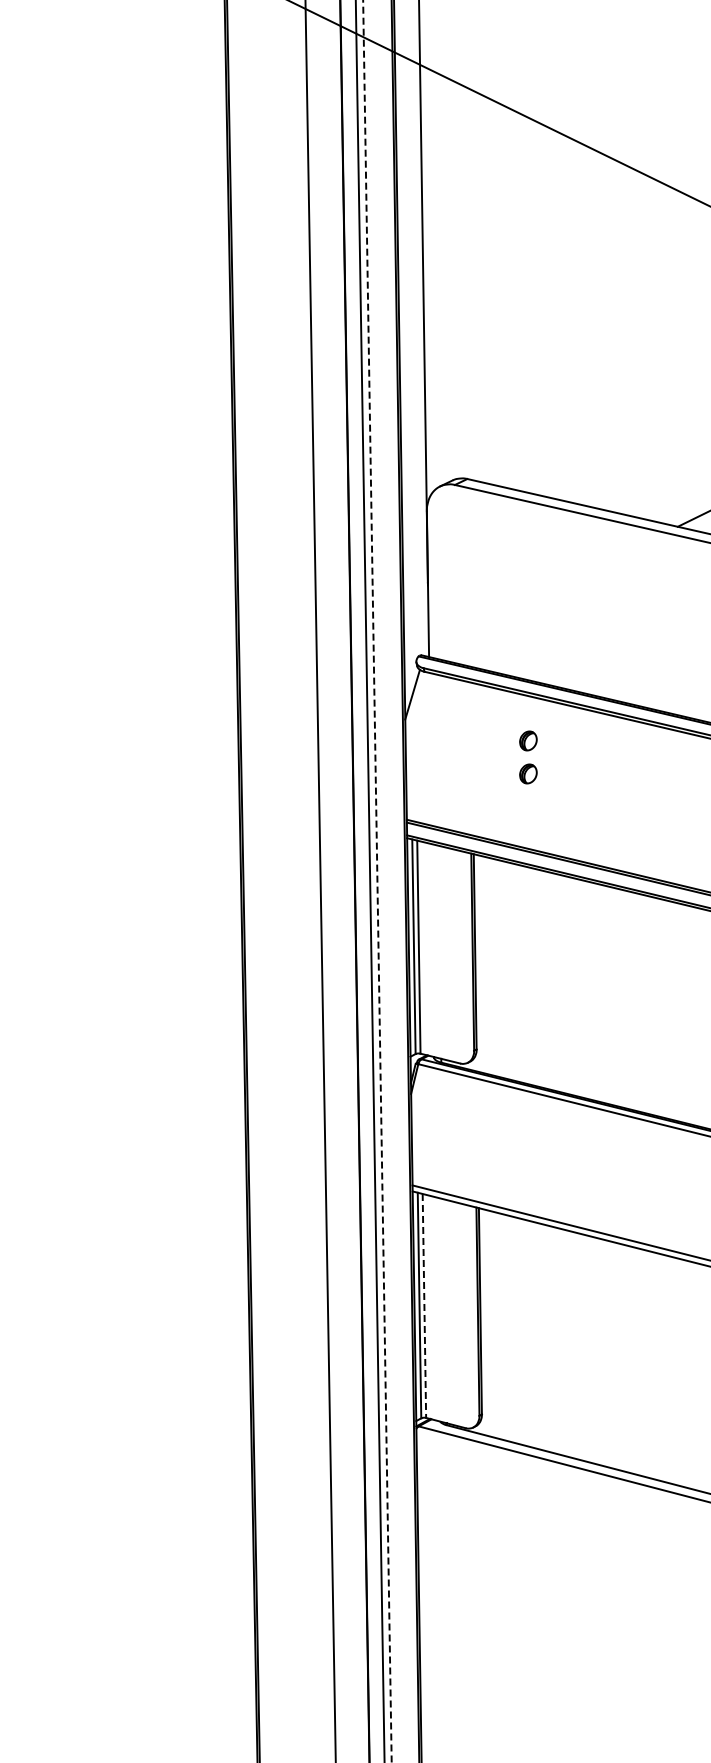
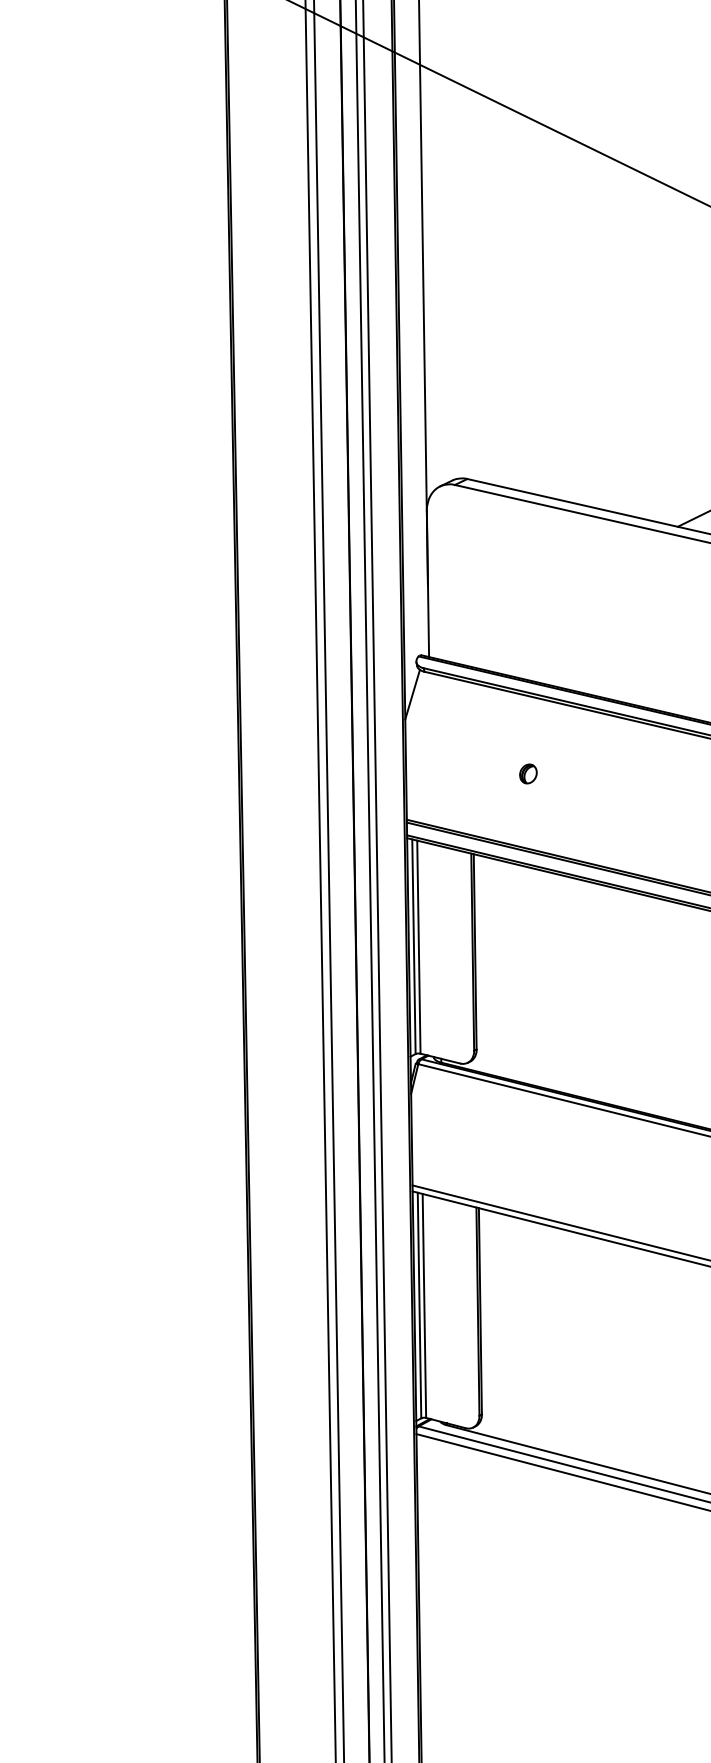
part at (528, 740): present -> none
line at (329, 880): none -> present
line at (377, 881): dashed -> solid
line at (424, 1305): dashed -> solid
line at (561, 1472): none -> present
